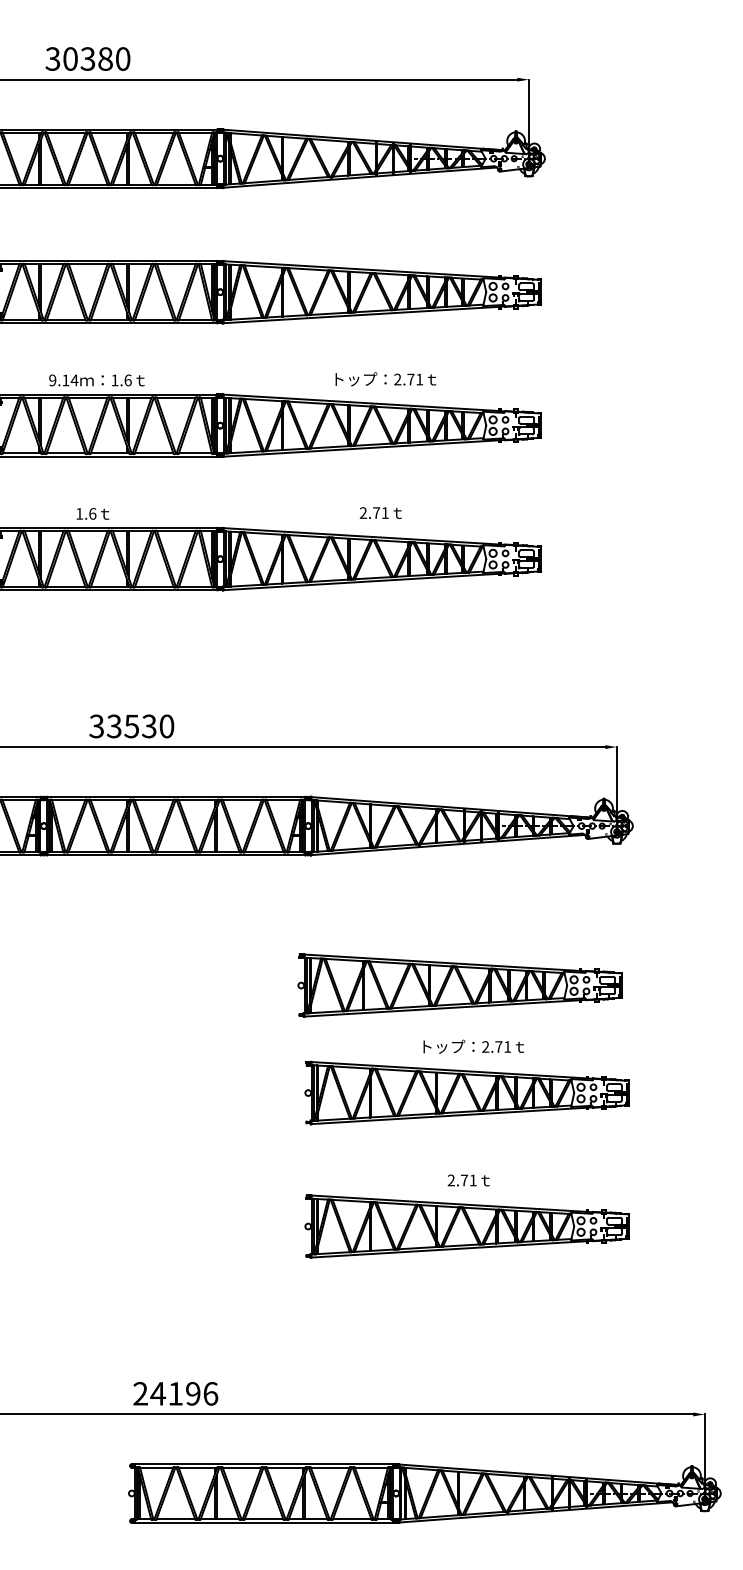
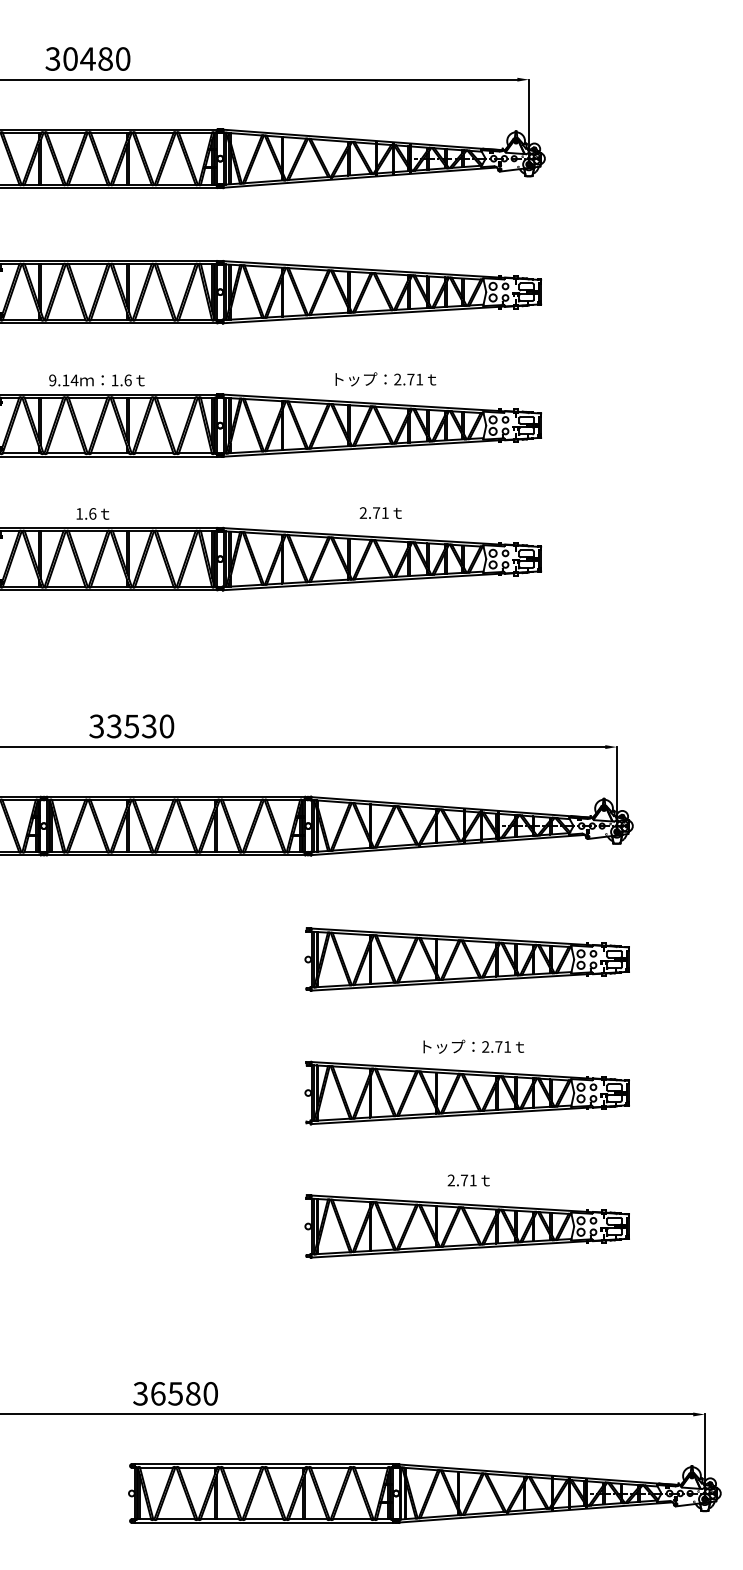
text at (87, 58): 30380 -> 30480
part at (459, 985) position: (459, 985) -> (466, 959)
text at (175, 1393): 24196 -> 36580
